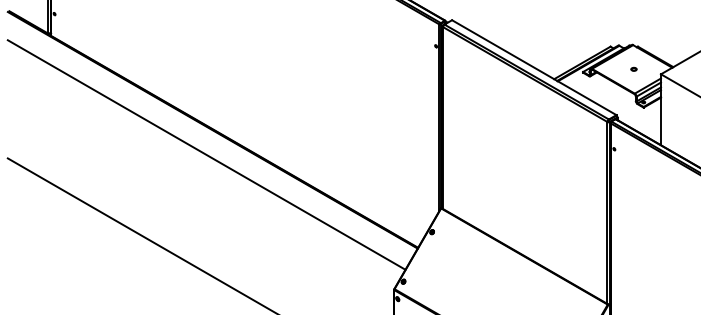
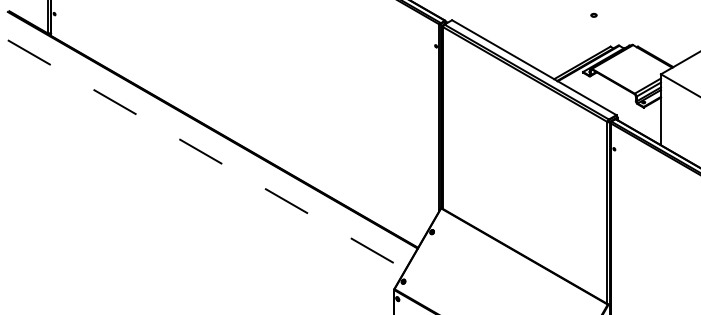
part at (633, 68) position: (633, 68) -> (593, 14)
line at (206, 155): solid -> dashed
line at (140, 234): present -> none
